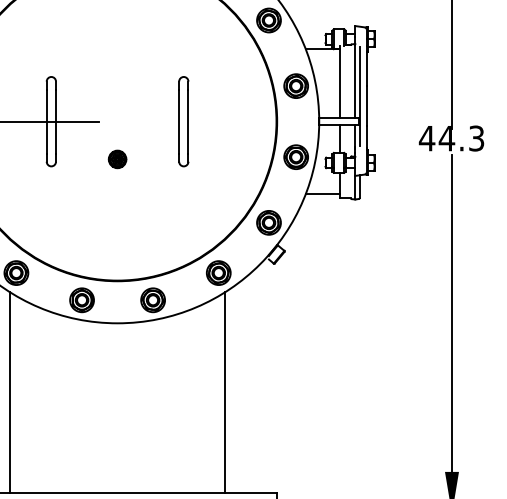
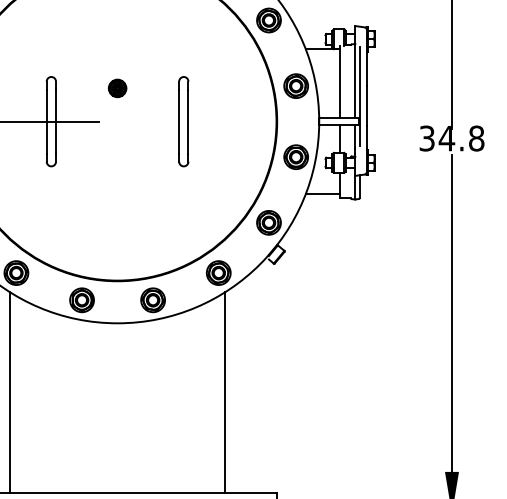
text at (451, 138): 44.3 -> 34.8
part at (117, 159) position: (117, 159) -> (117, 88)
